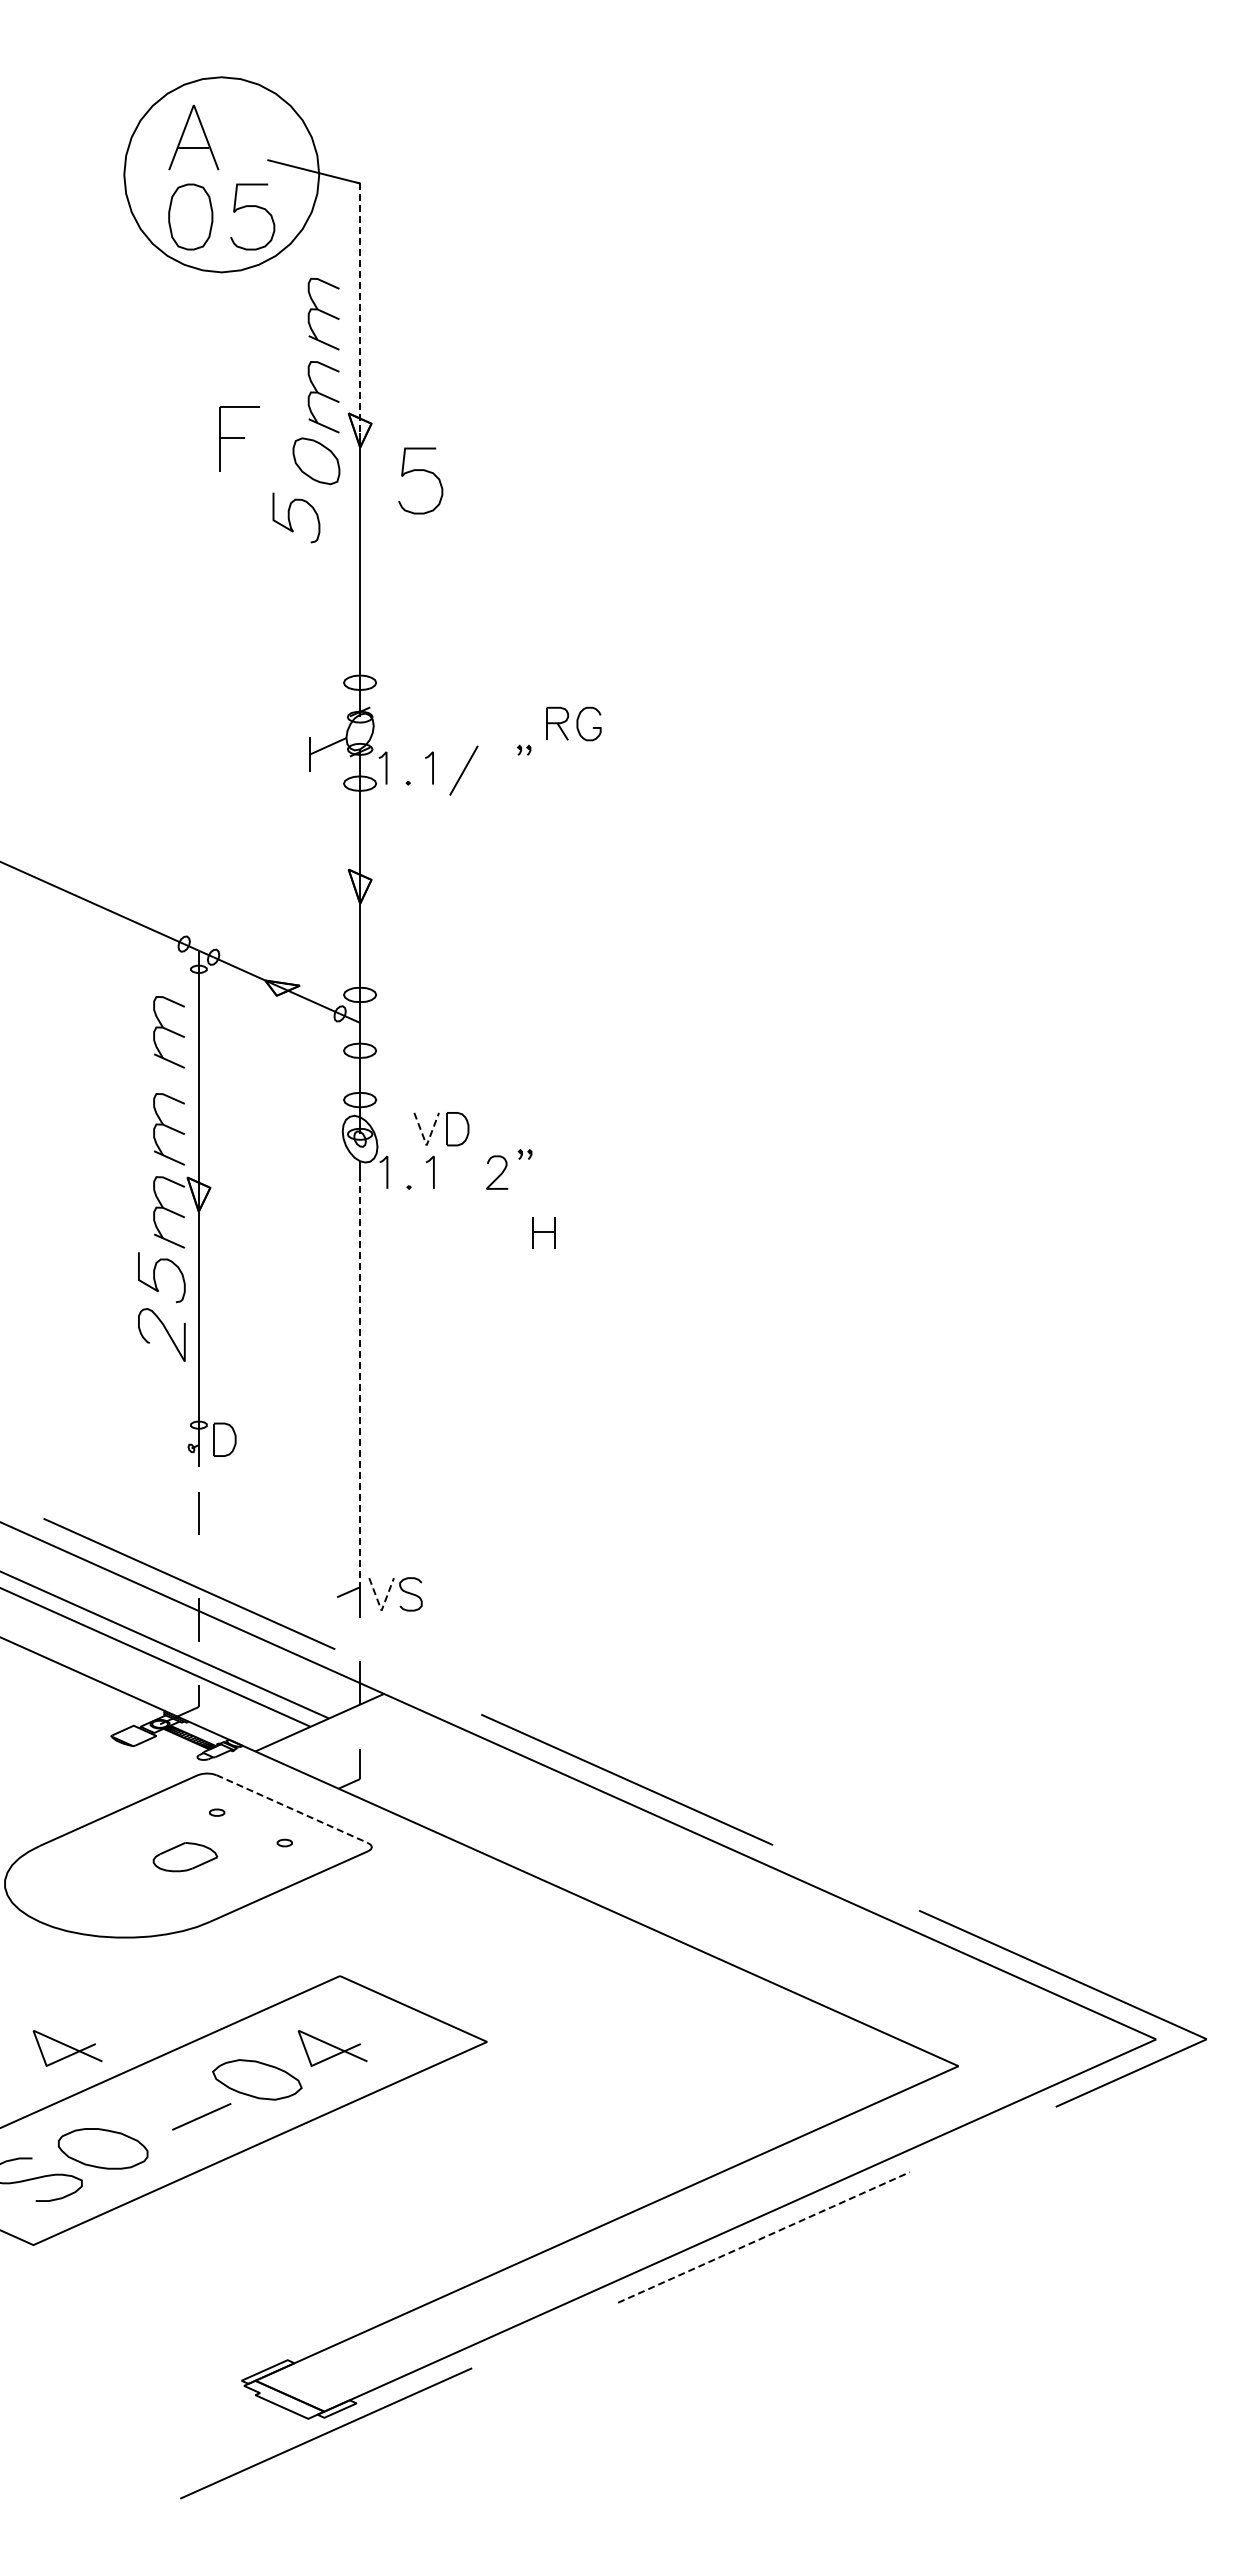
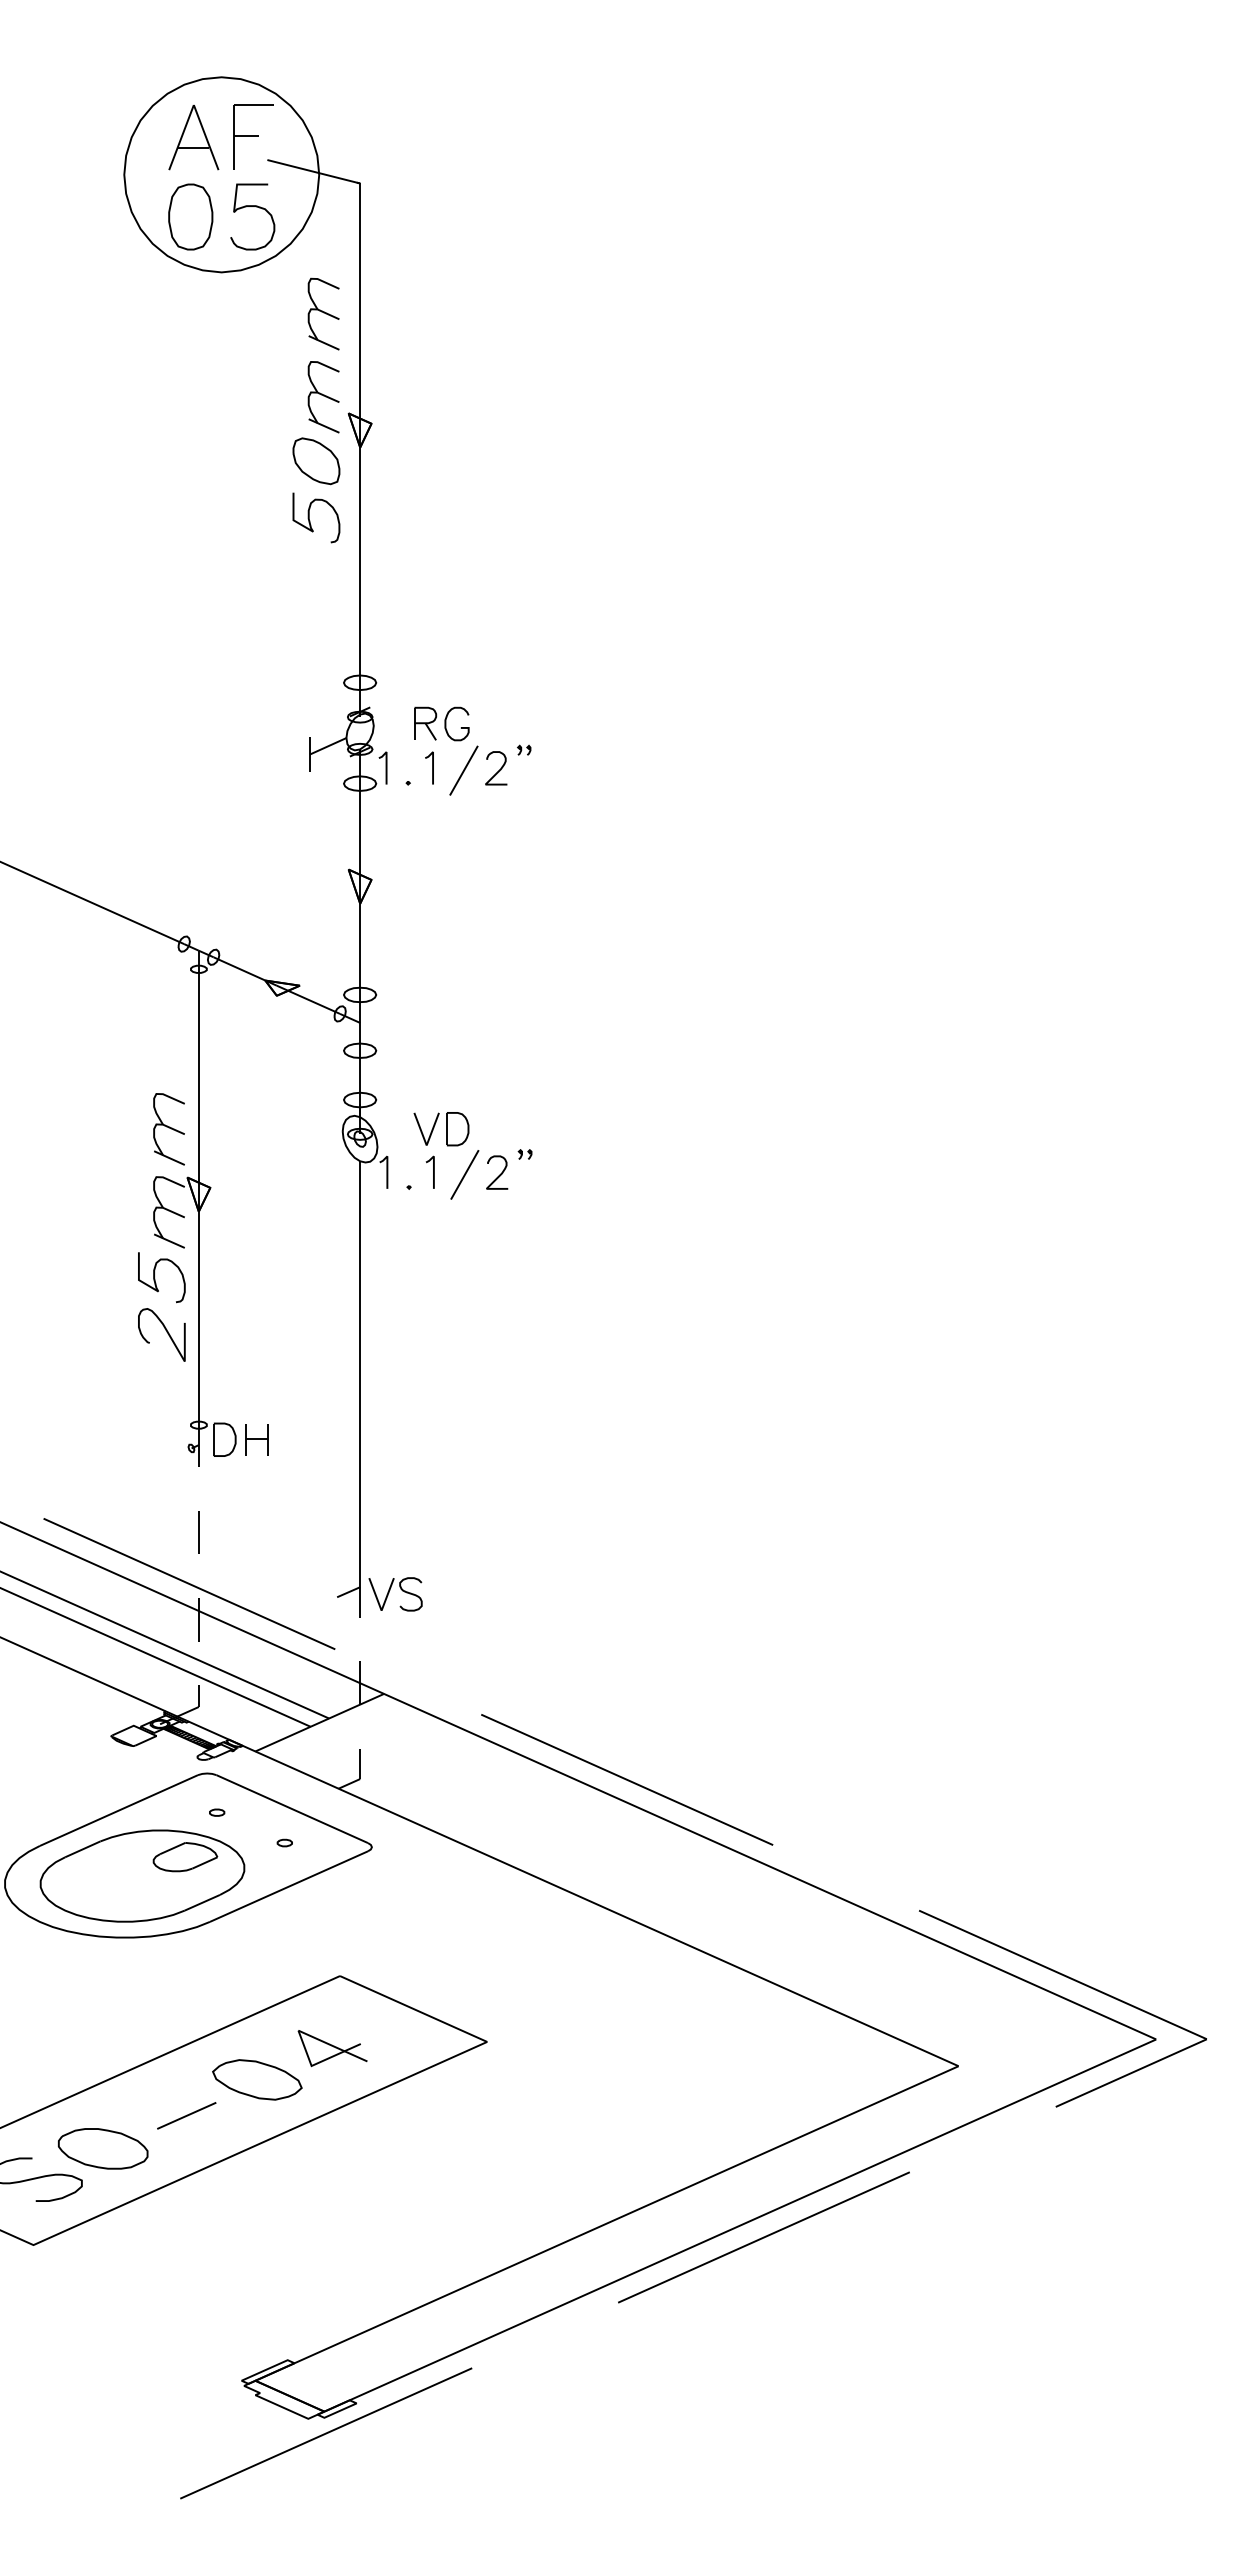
line at (360, 308): dashed -> solid
part at (239, 438) position: (239, 438) -> (253, 136)
curve at (424, 471): present -> none
curve at (290, 520) position: (290, 520) -> (310, 520)
part at (573, 723) position: (573, 723) -> (441, 723)
curve at (498, 770): none -> present
part at (168, 1032): present -> none
line at (426, 1145): dashed -> solid
line at (464, 1174): none -> present
part at (543, 1232) position: (543, 1232) -> (256, 1439)
line at (360, 1381): dashed -> solid
line at (198, 1513) position: (198, 1513) -> (198, 1532)
line at (381, 1610): dashed -> solid
line at (292, 1809): dashed -> solid
part at (142, 1875): none -> present
part at (67, 2048): present -> none
line at (201, 2116) position: (201, 2116) -> (186, 2115)
line at (763, 2237): dashed -> solid
